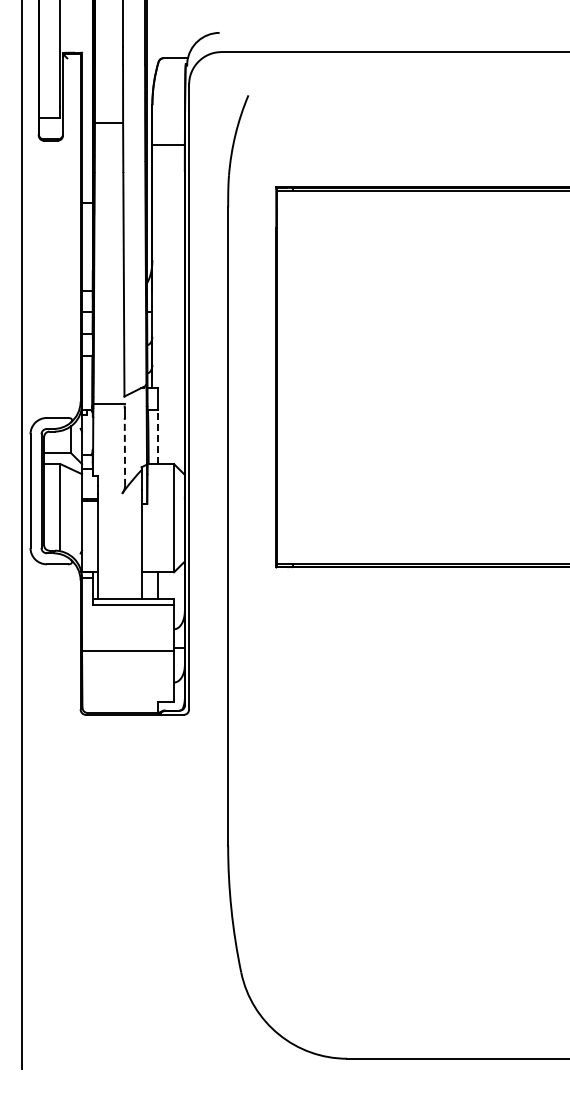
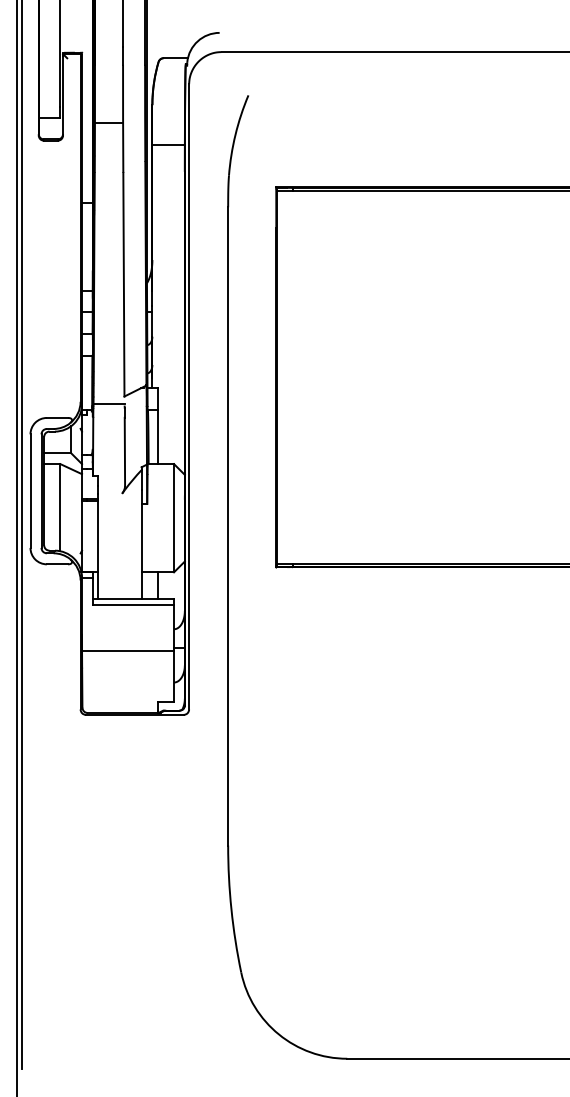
line at (157, 436): dashed -> solid
line at (124, 451): dashed -> solid
line at (17, 547): none -> present
